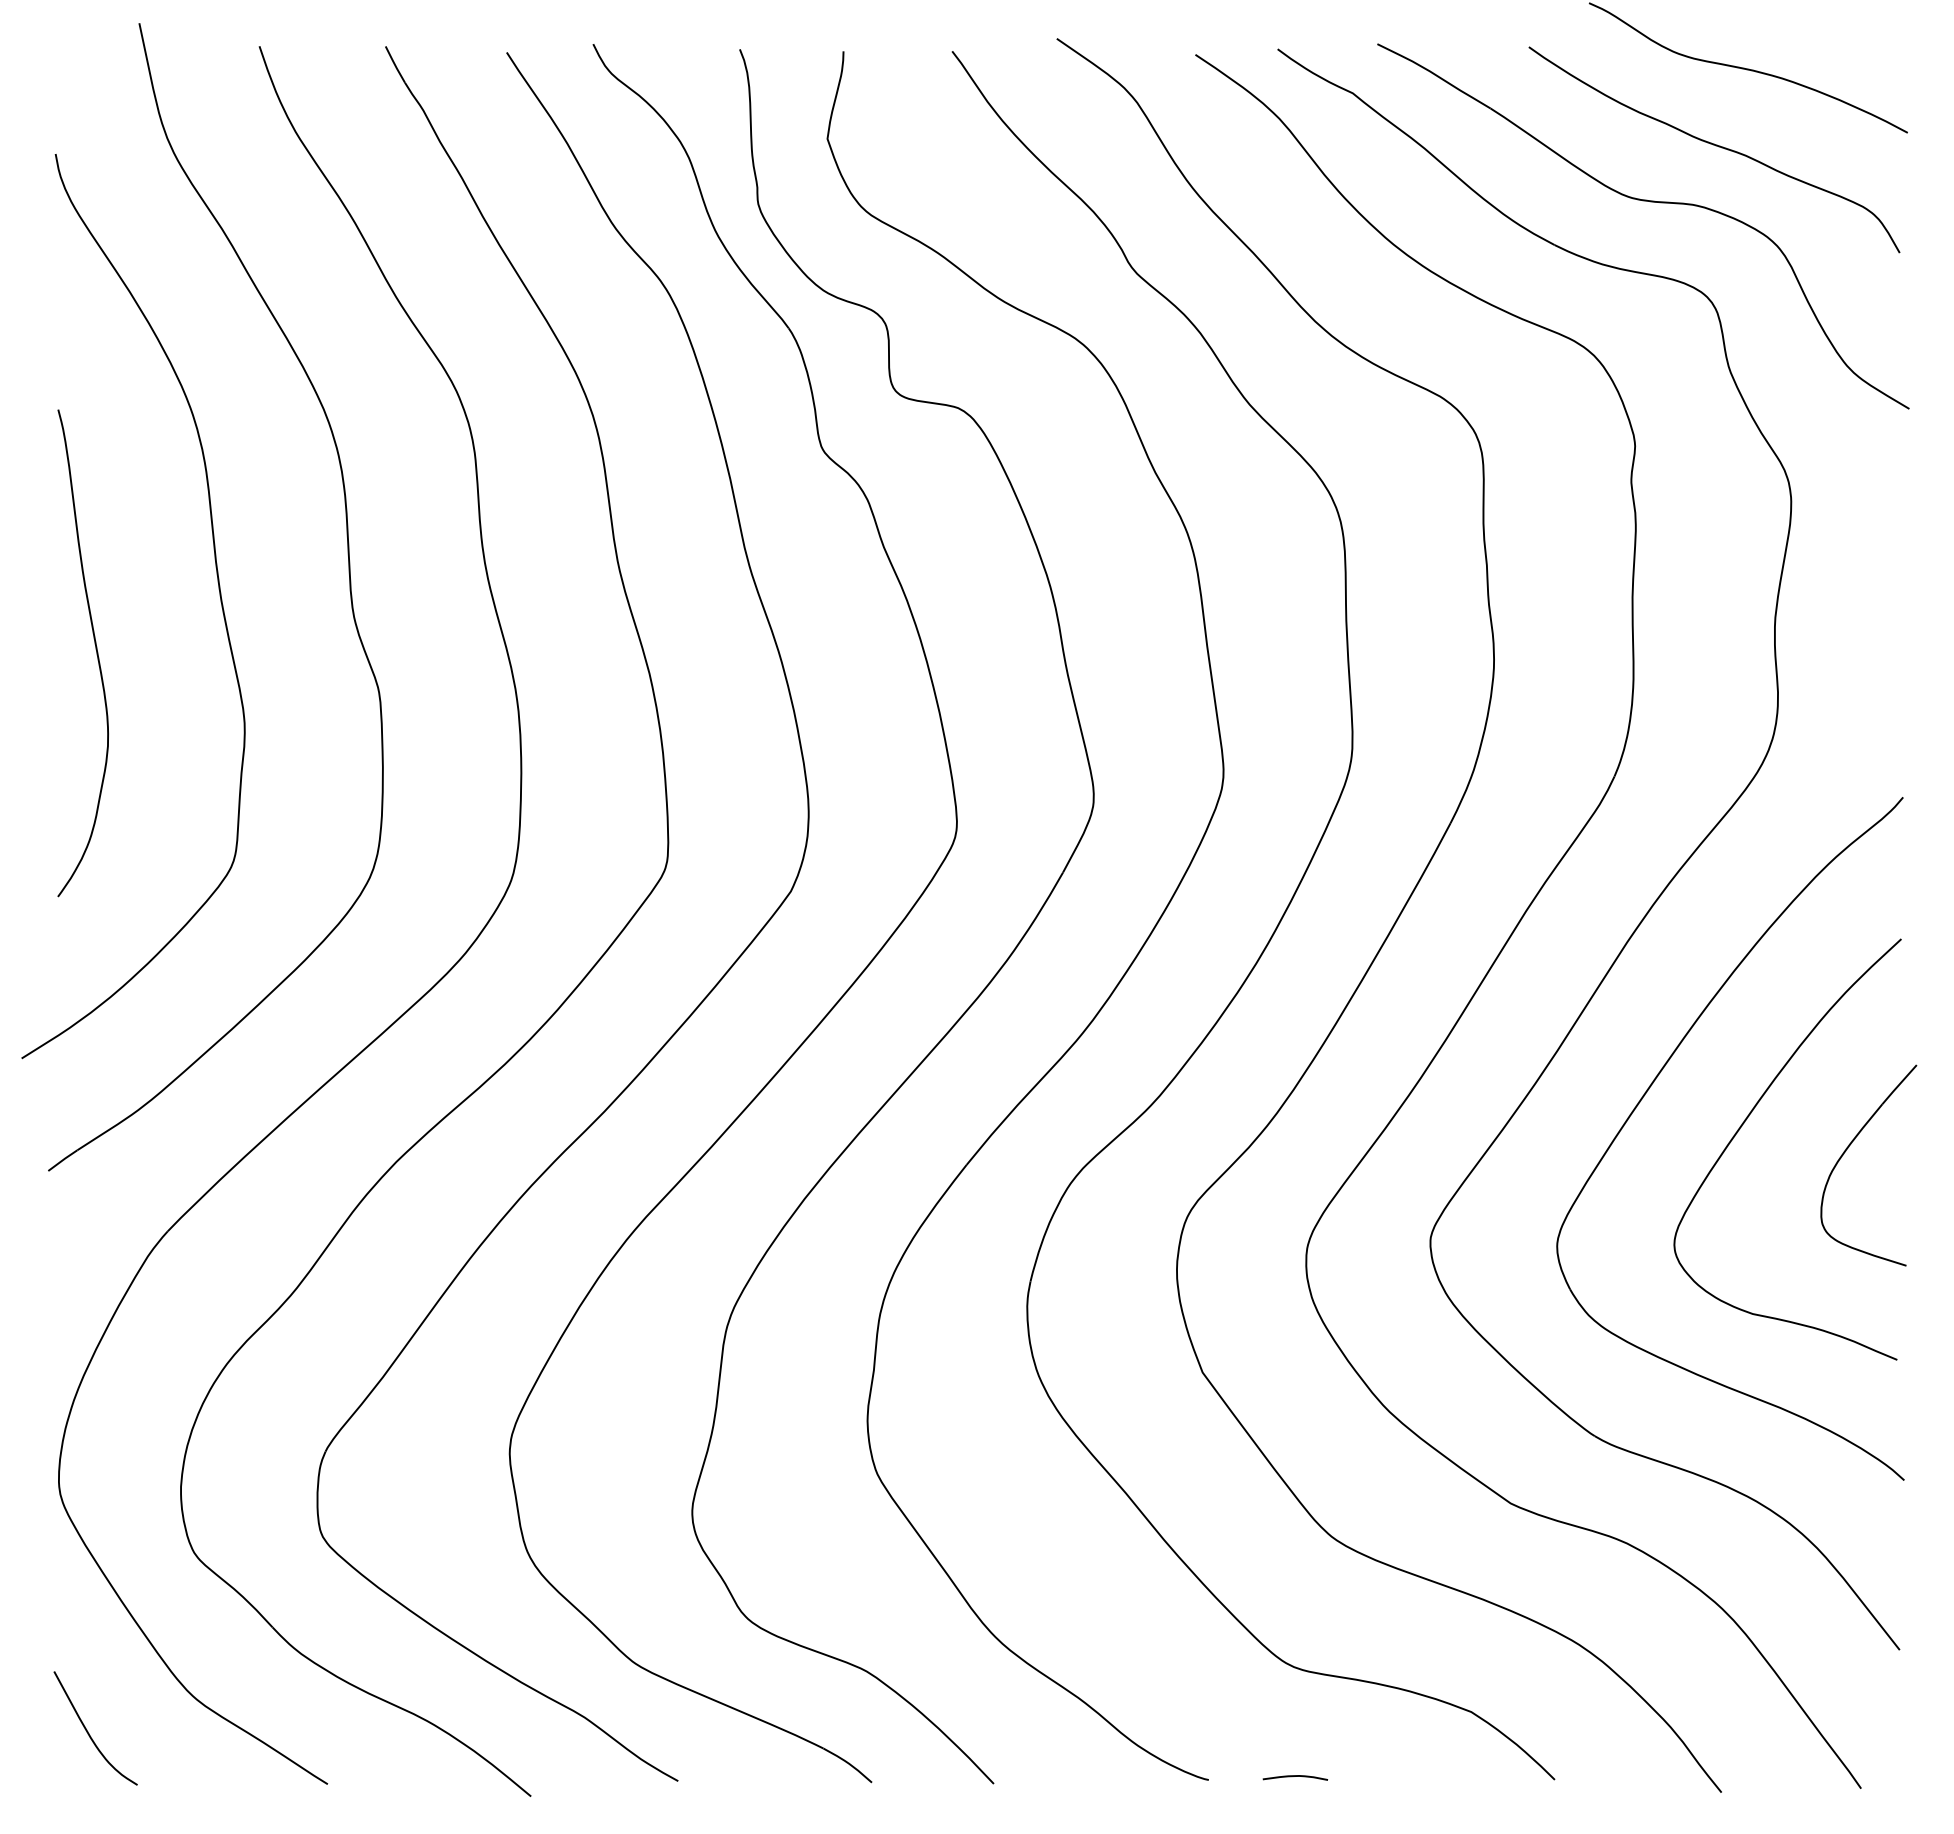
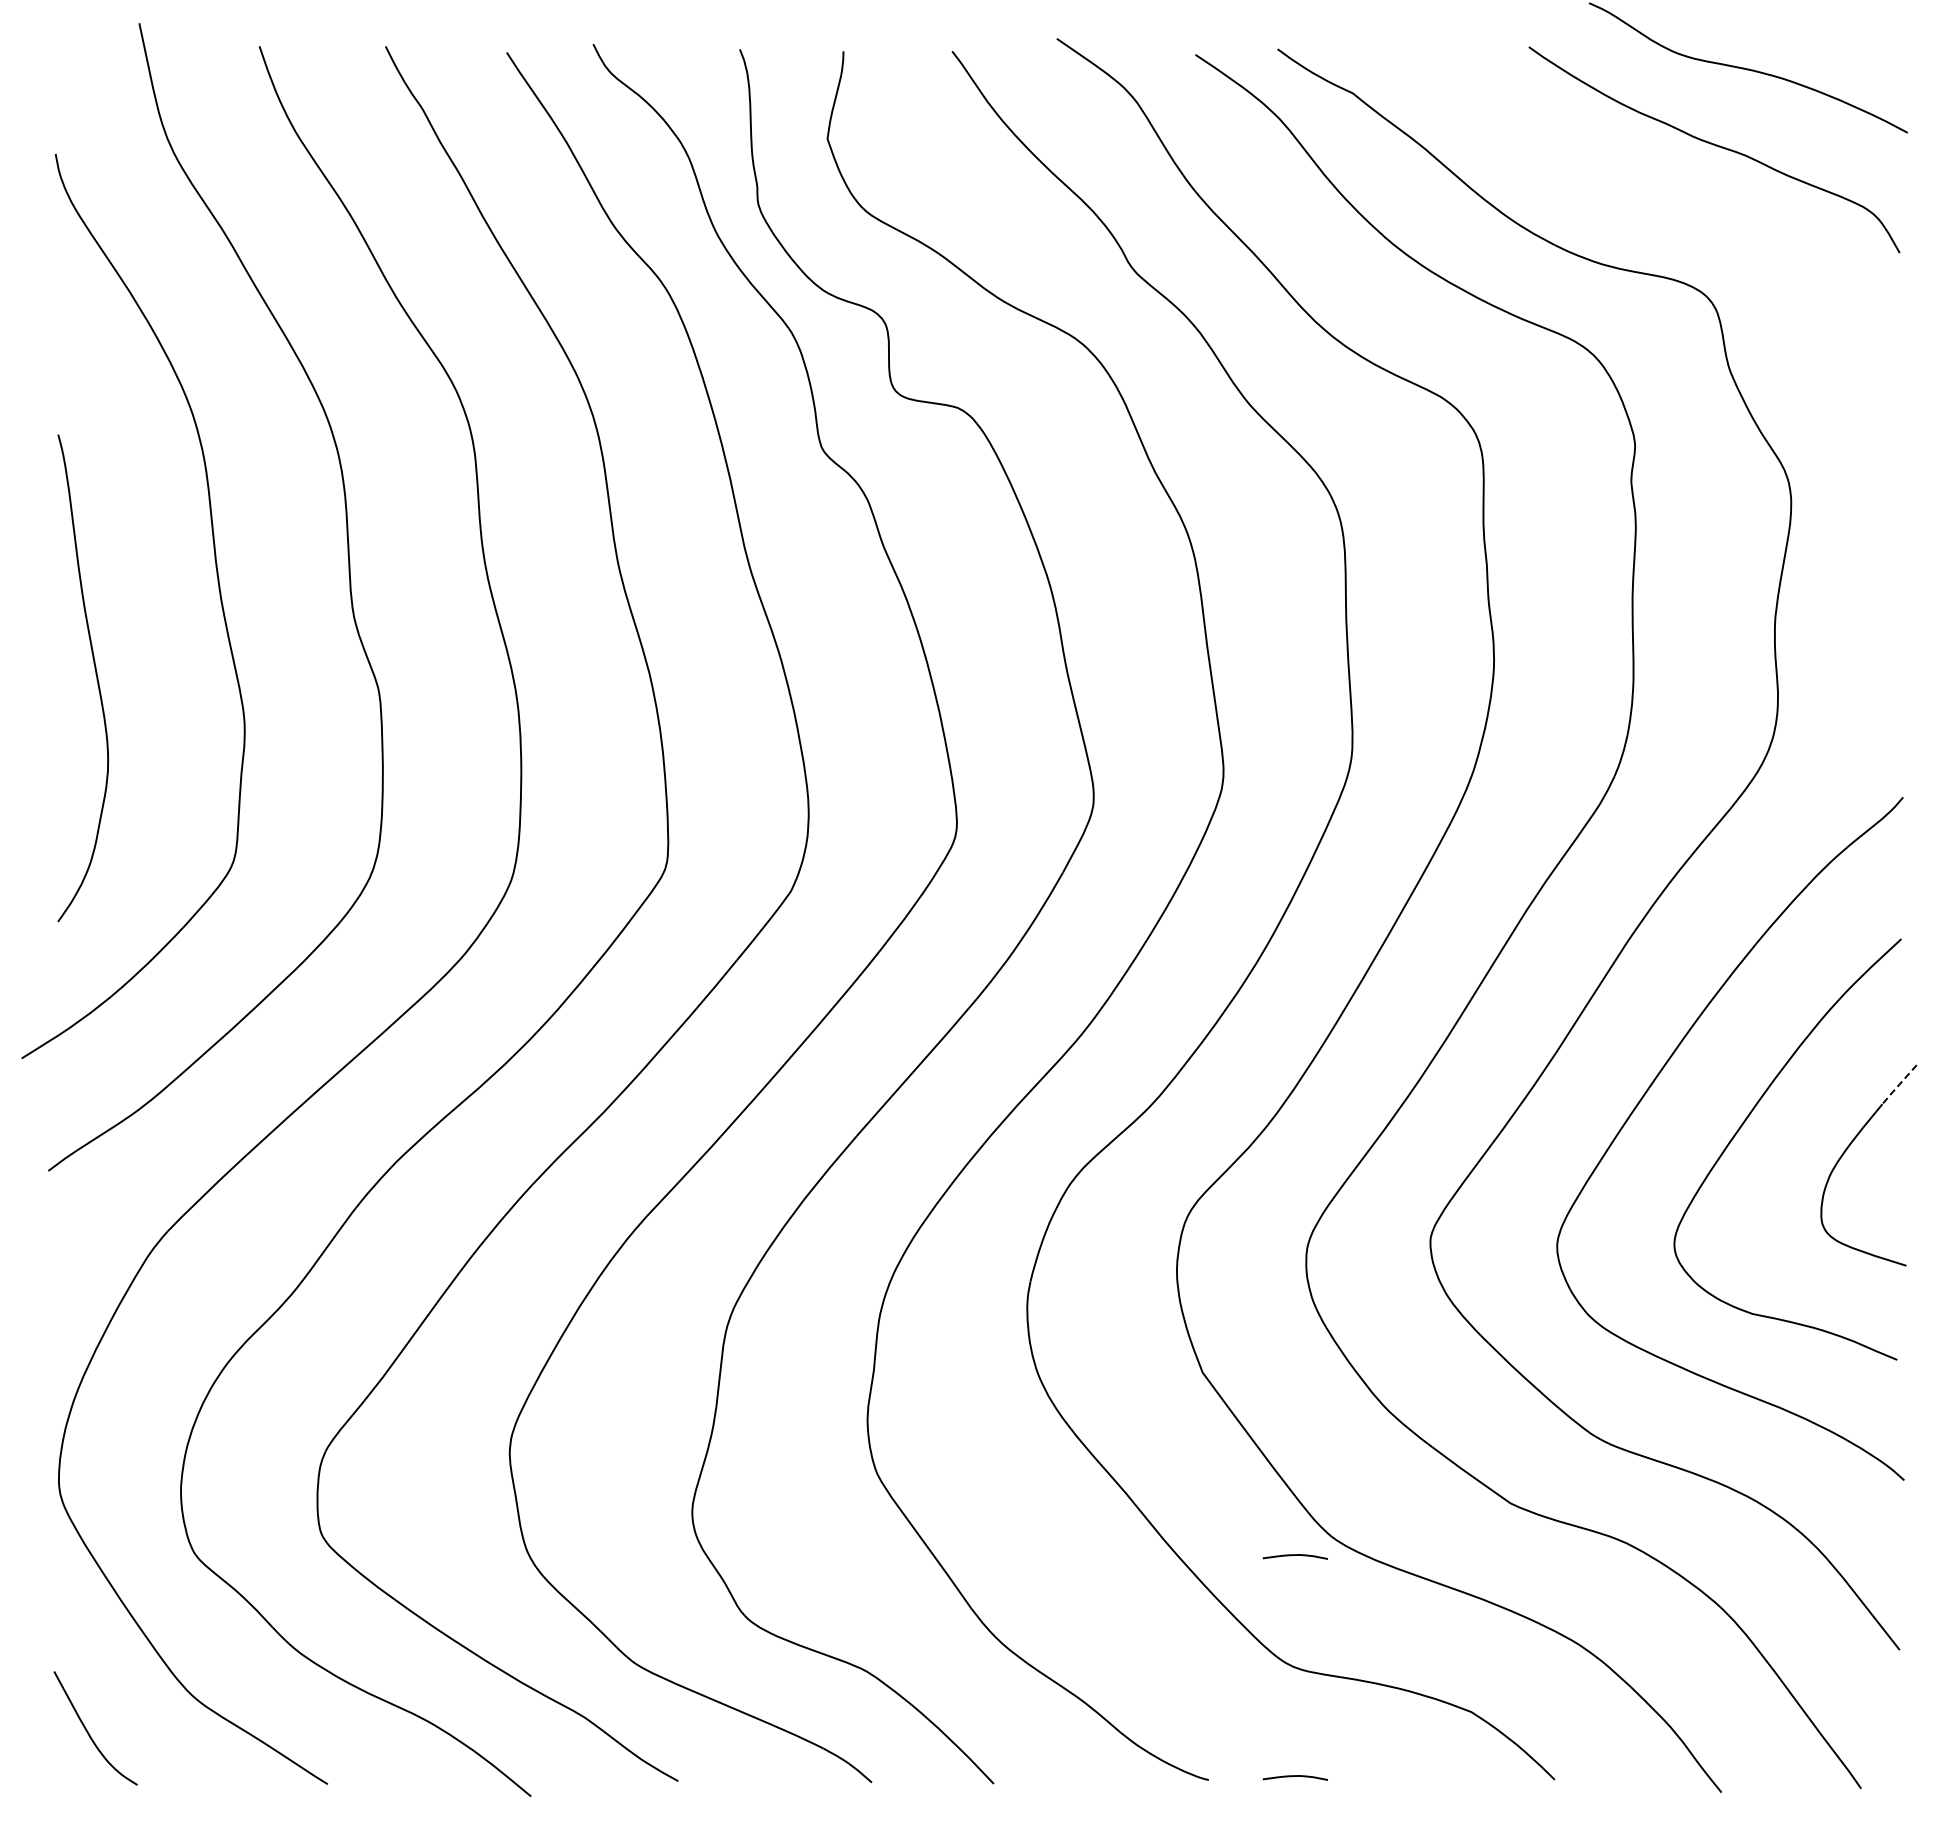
part at (1643, 201): present -> none
curve at (95, 649) position: (95, 649) -> (95, 674)
line at (1899, 1085): solid -> dashed
curve at (1294, 1555): none -> present
